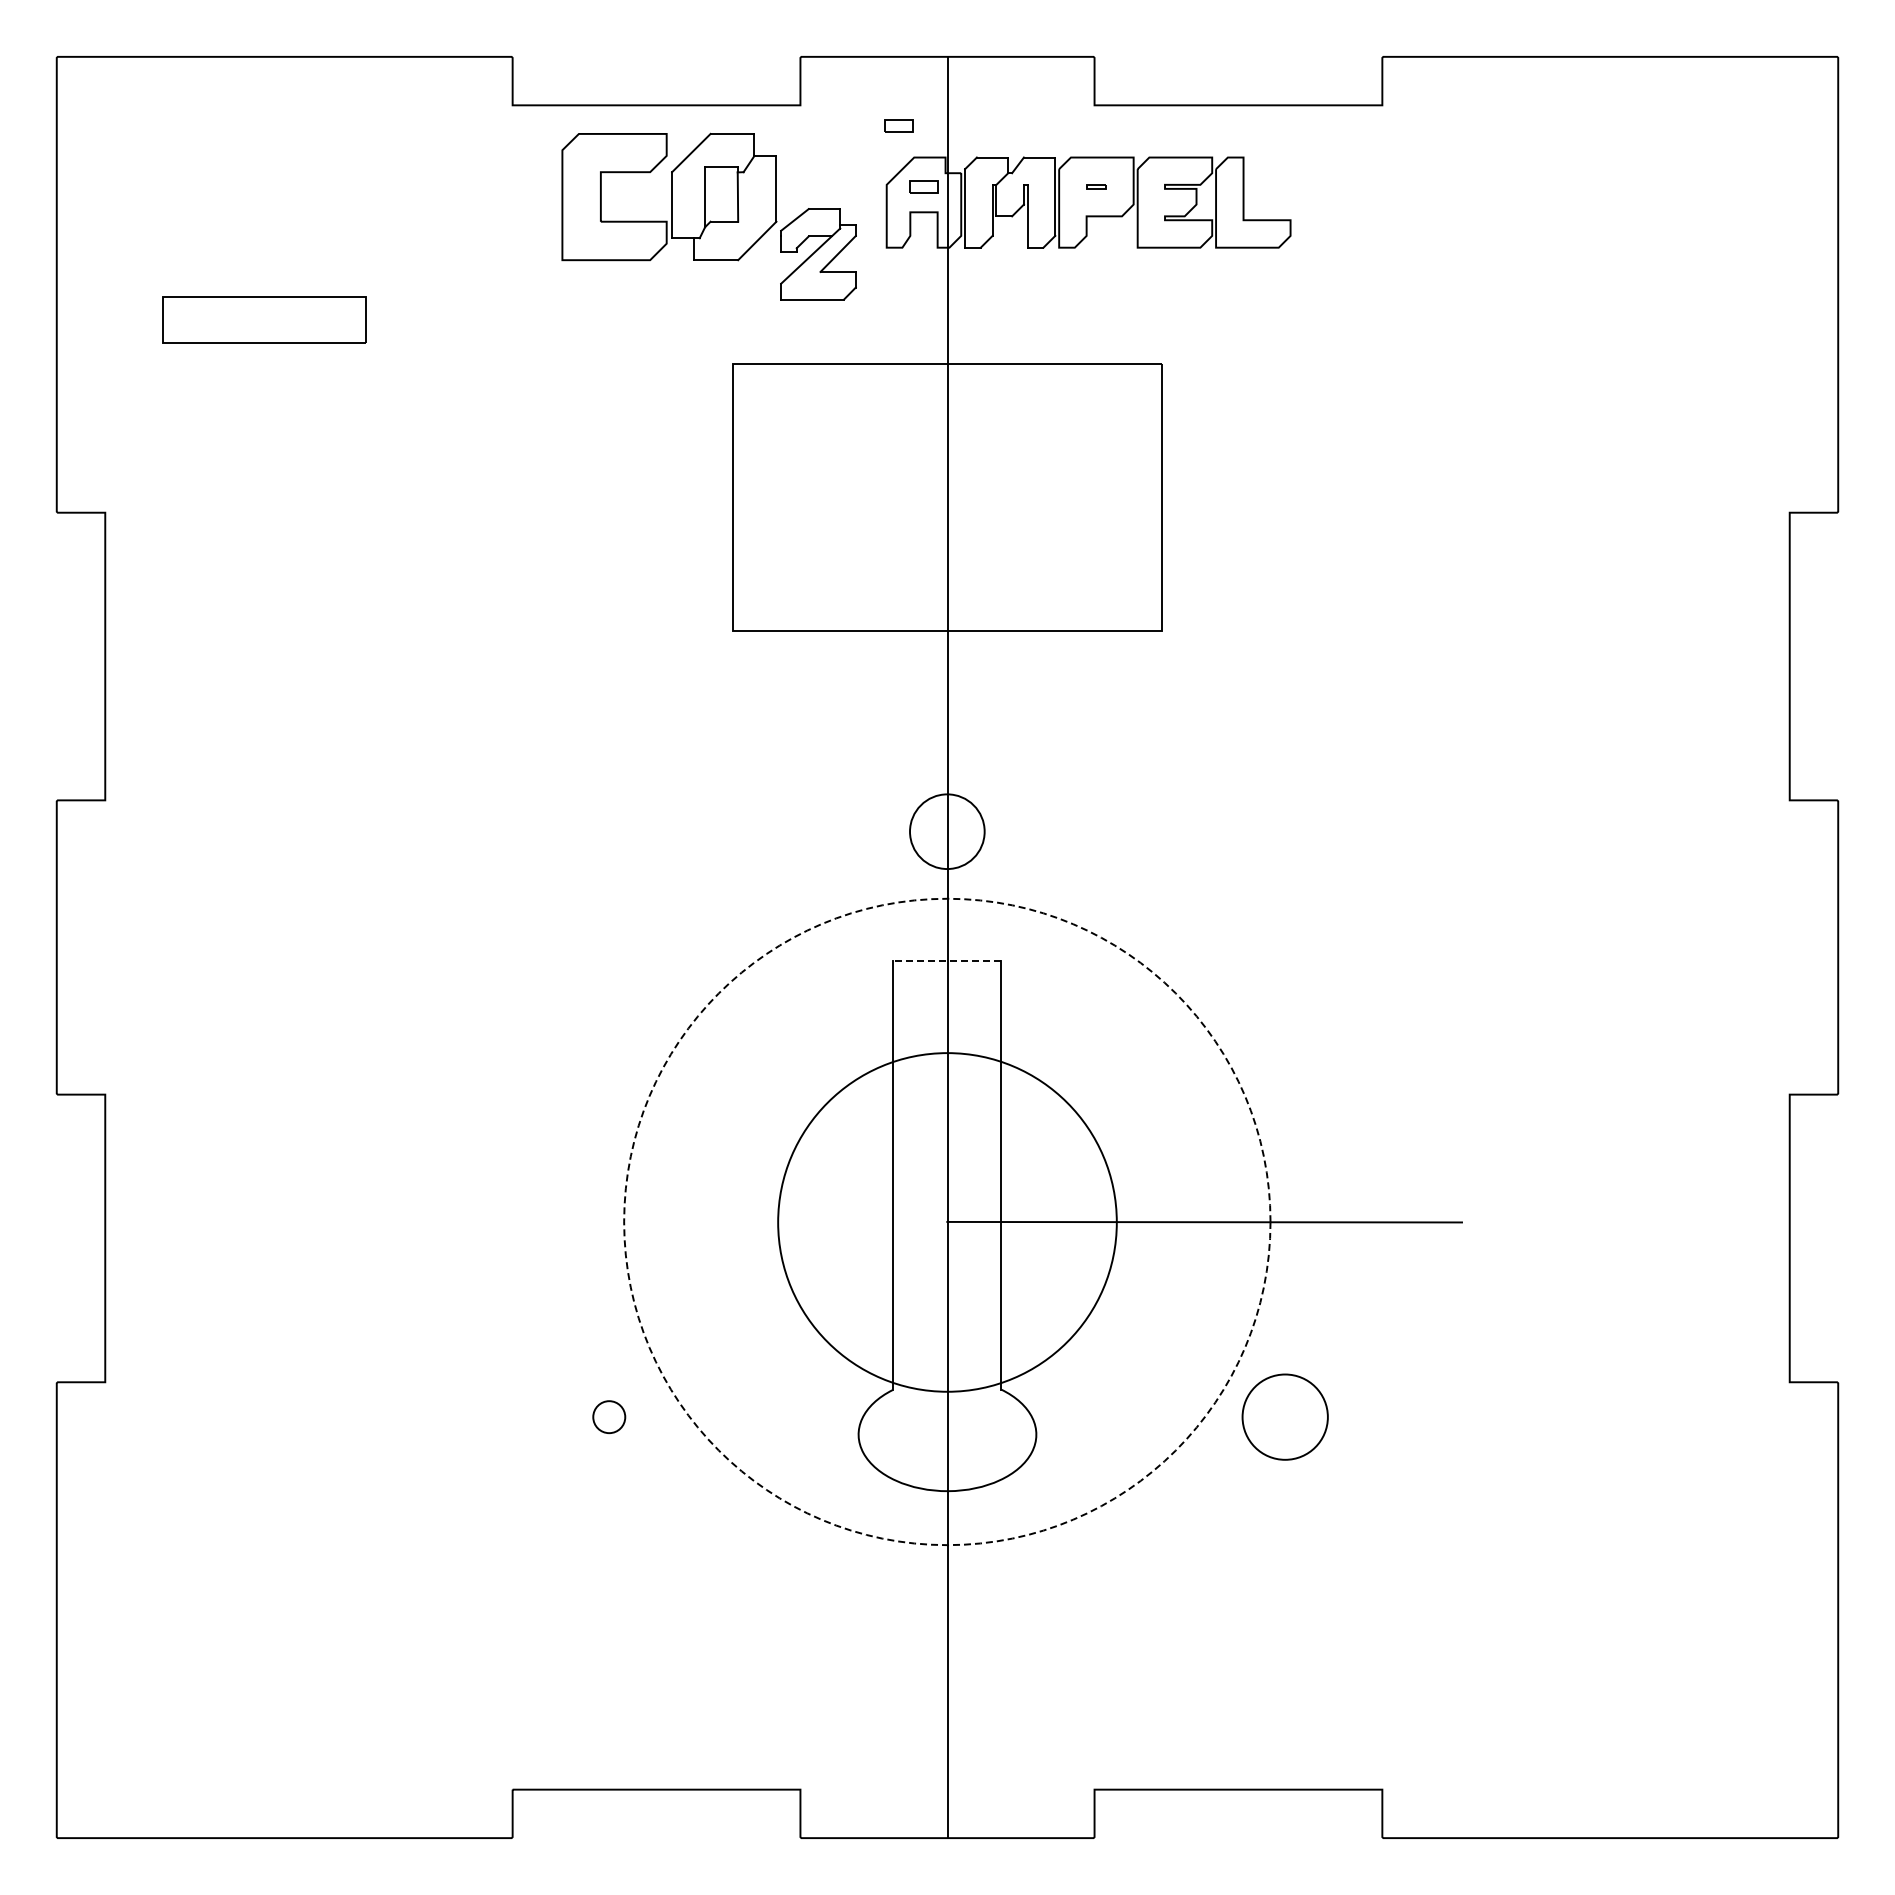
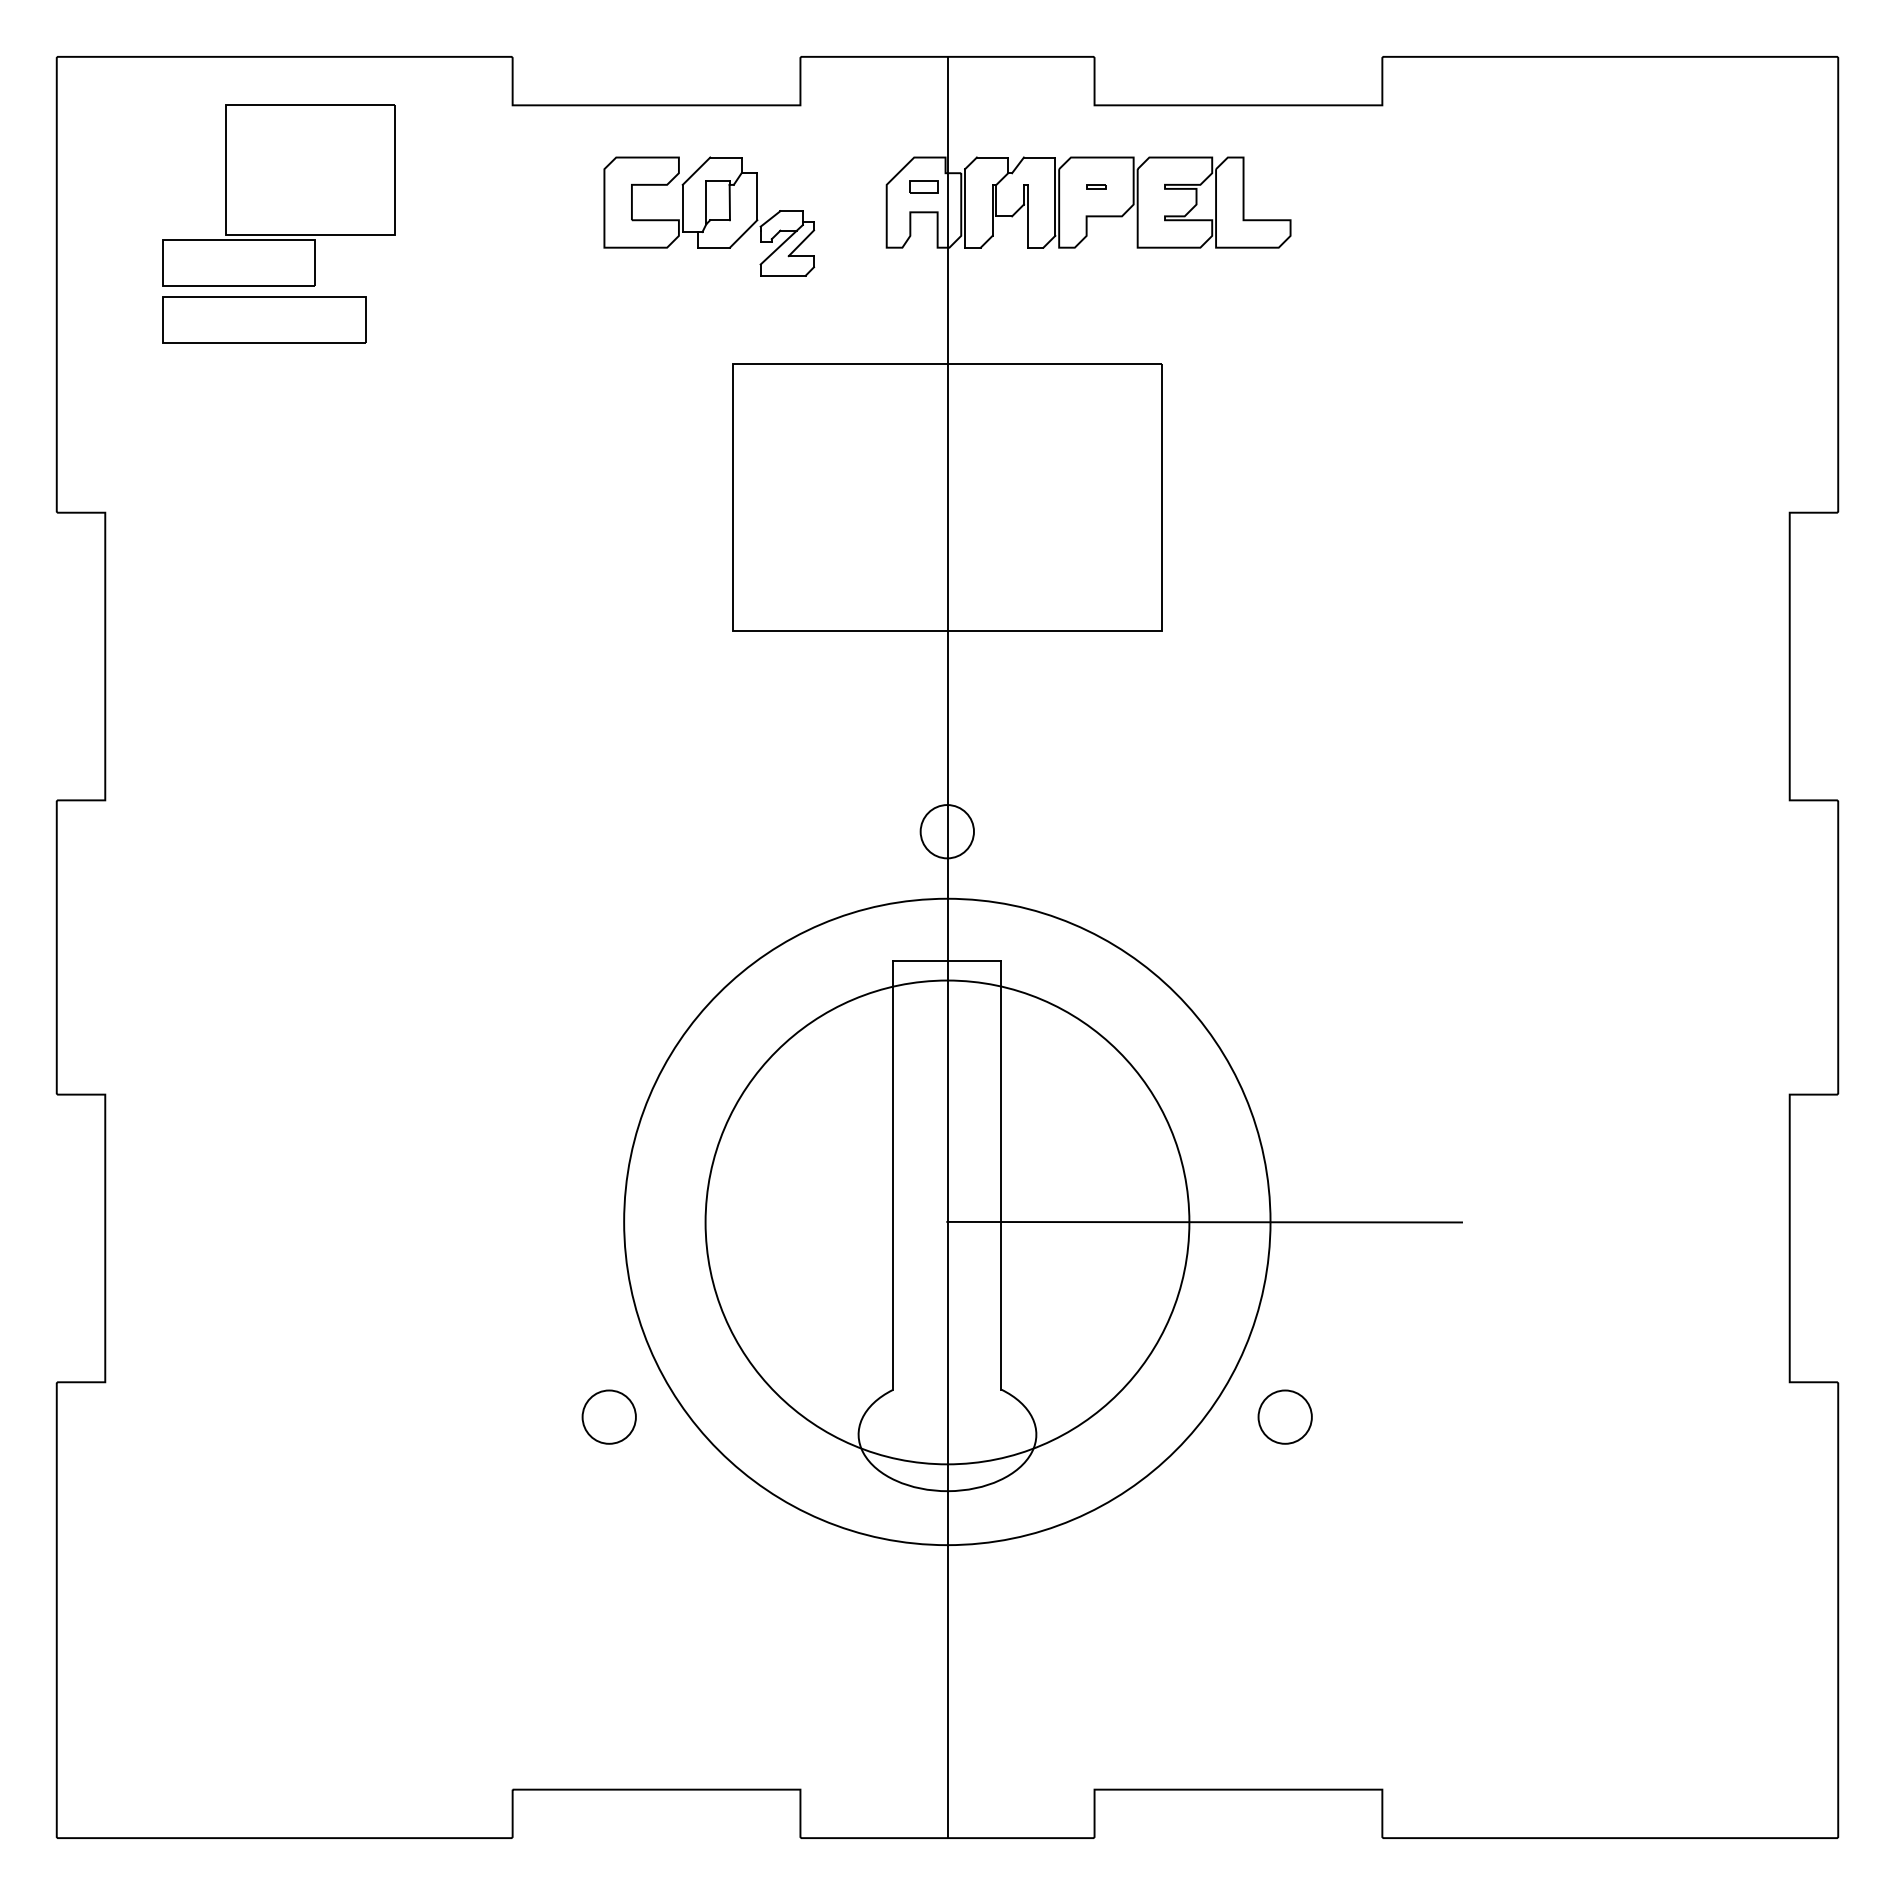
part at (898, 125): present -> none
part at (278, 195): none -> present
part at (708, 216) size: 296x169 px -> 213x121 px
circle at (947, 831) diameter: 75 px -> 53 px
line at (946, 961): dashed -> solid
circle at (947, 1221): dashed -> solid
circle at (947, 1222) diameter: 339 px -> 484 px
circle at (1284, 1416) diameter: 85 px -> 53 px
circle at (609, 1417) diameter: 32 px -> 53 px
